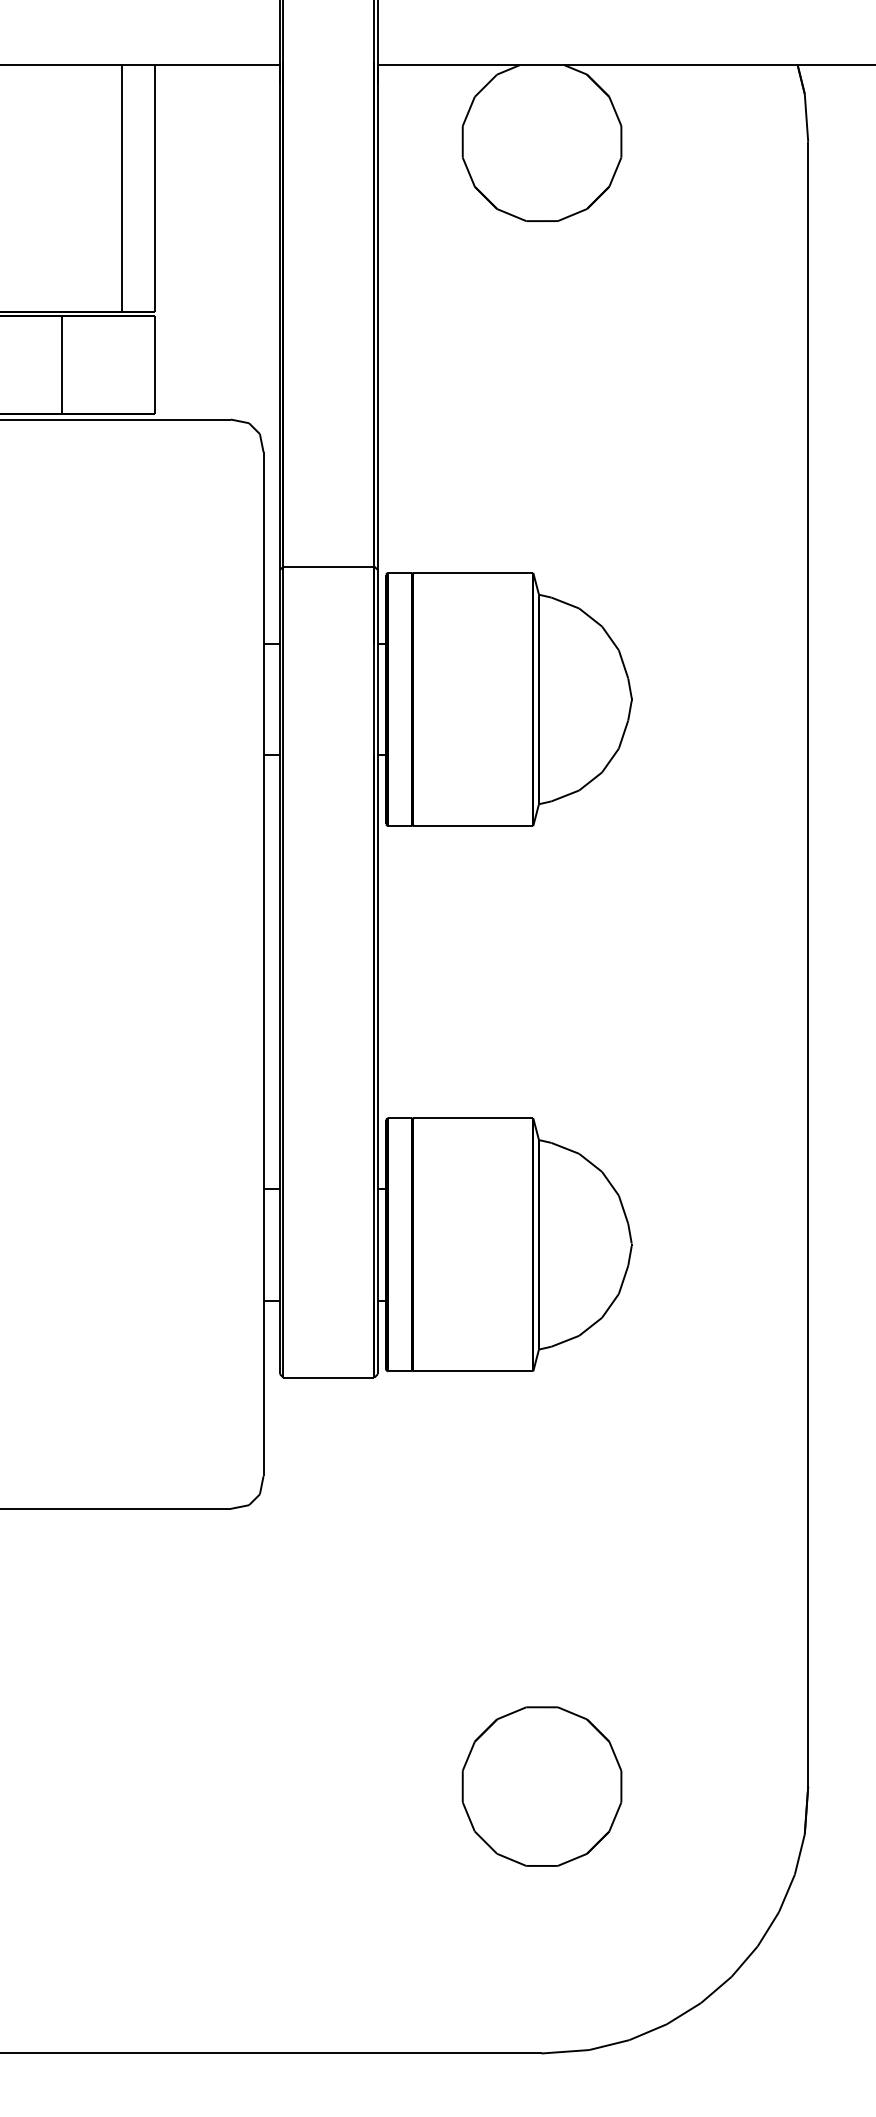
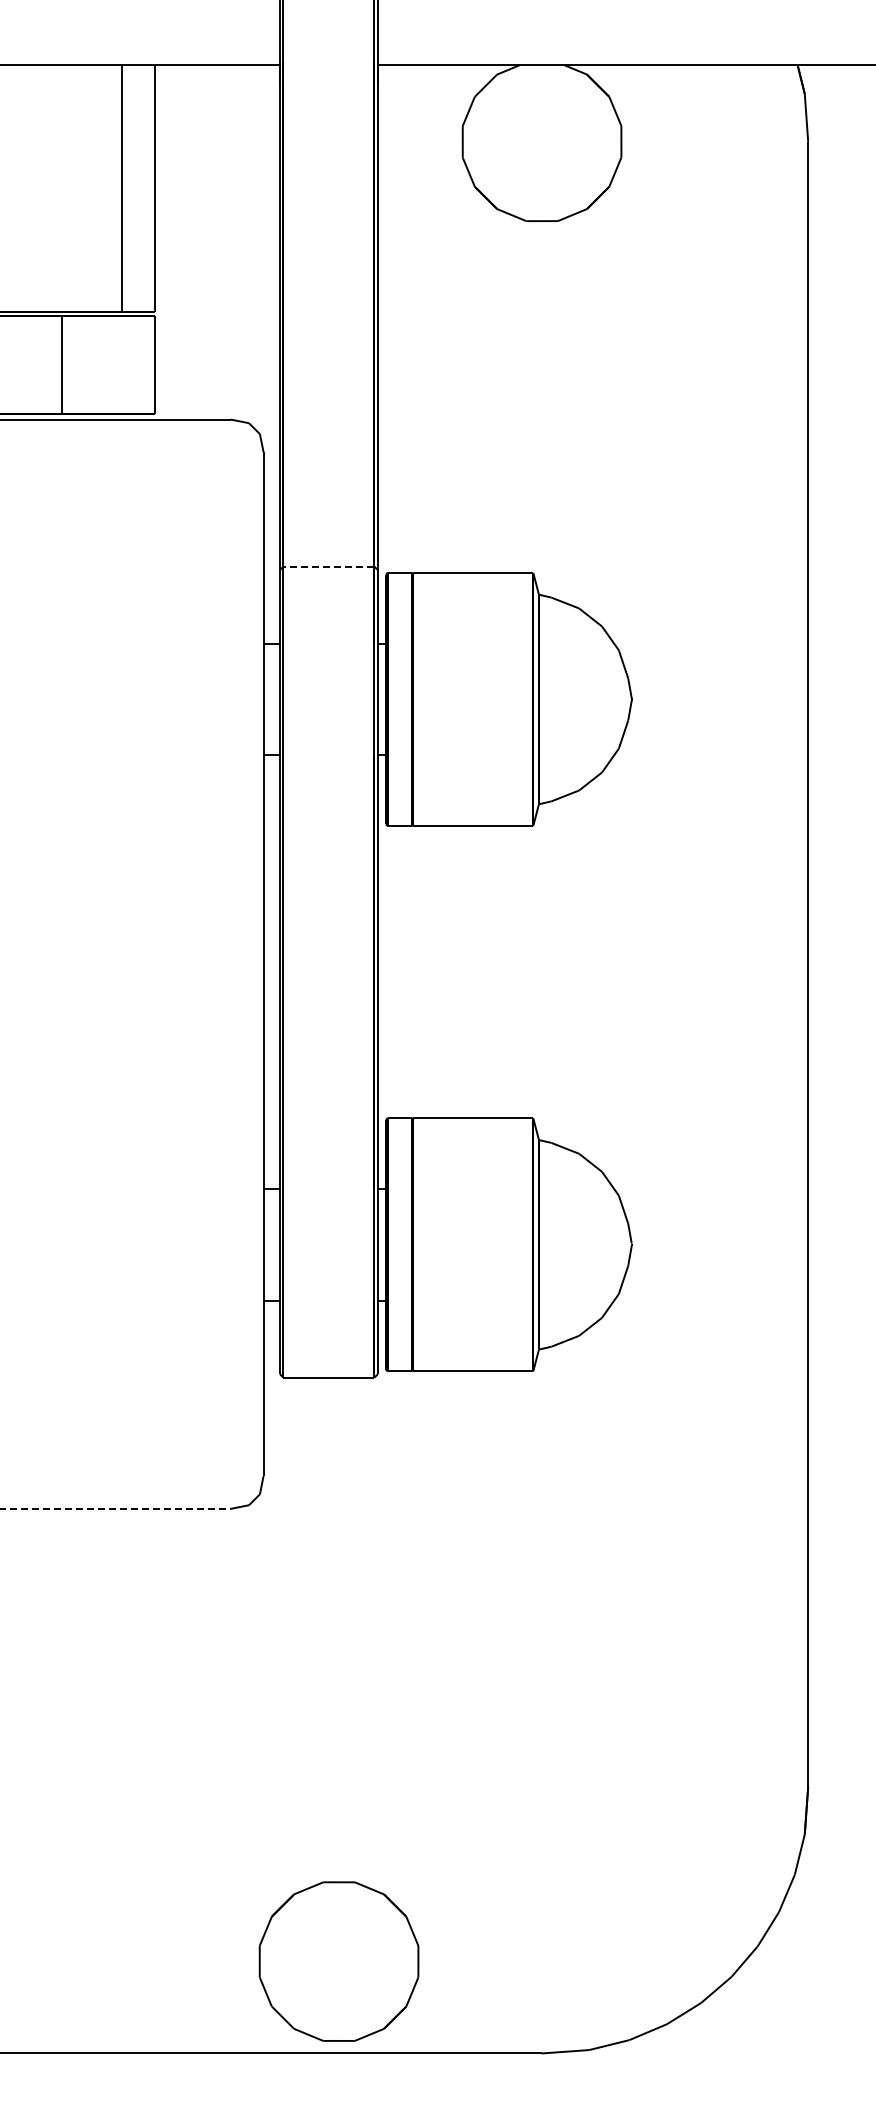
line at (328, 566): solid -> dashed
line at (115, 1508): solid -> dashed
part at (541, 1786) position: (541, 1786) -> (338, 1961)
